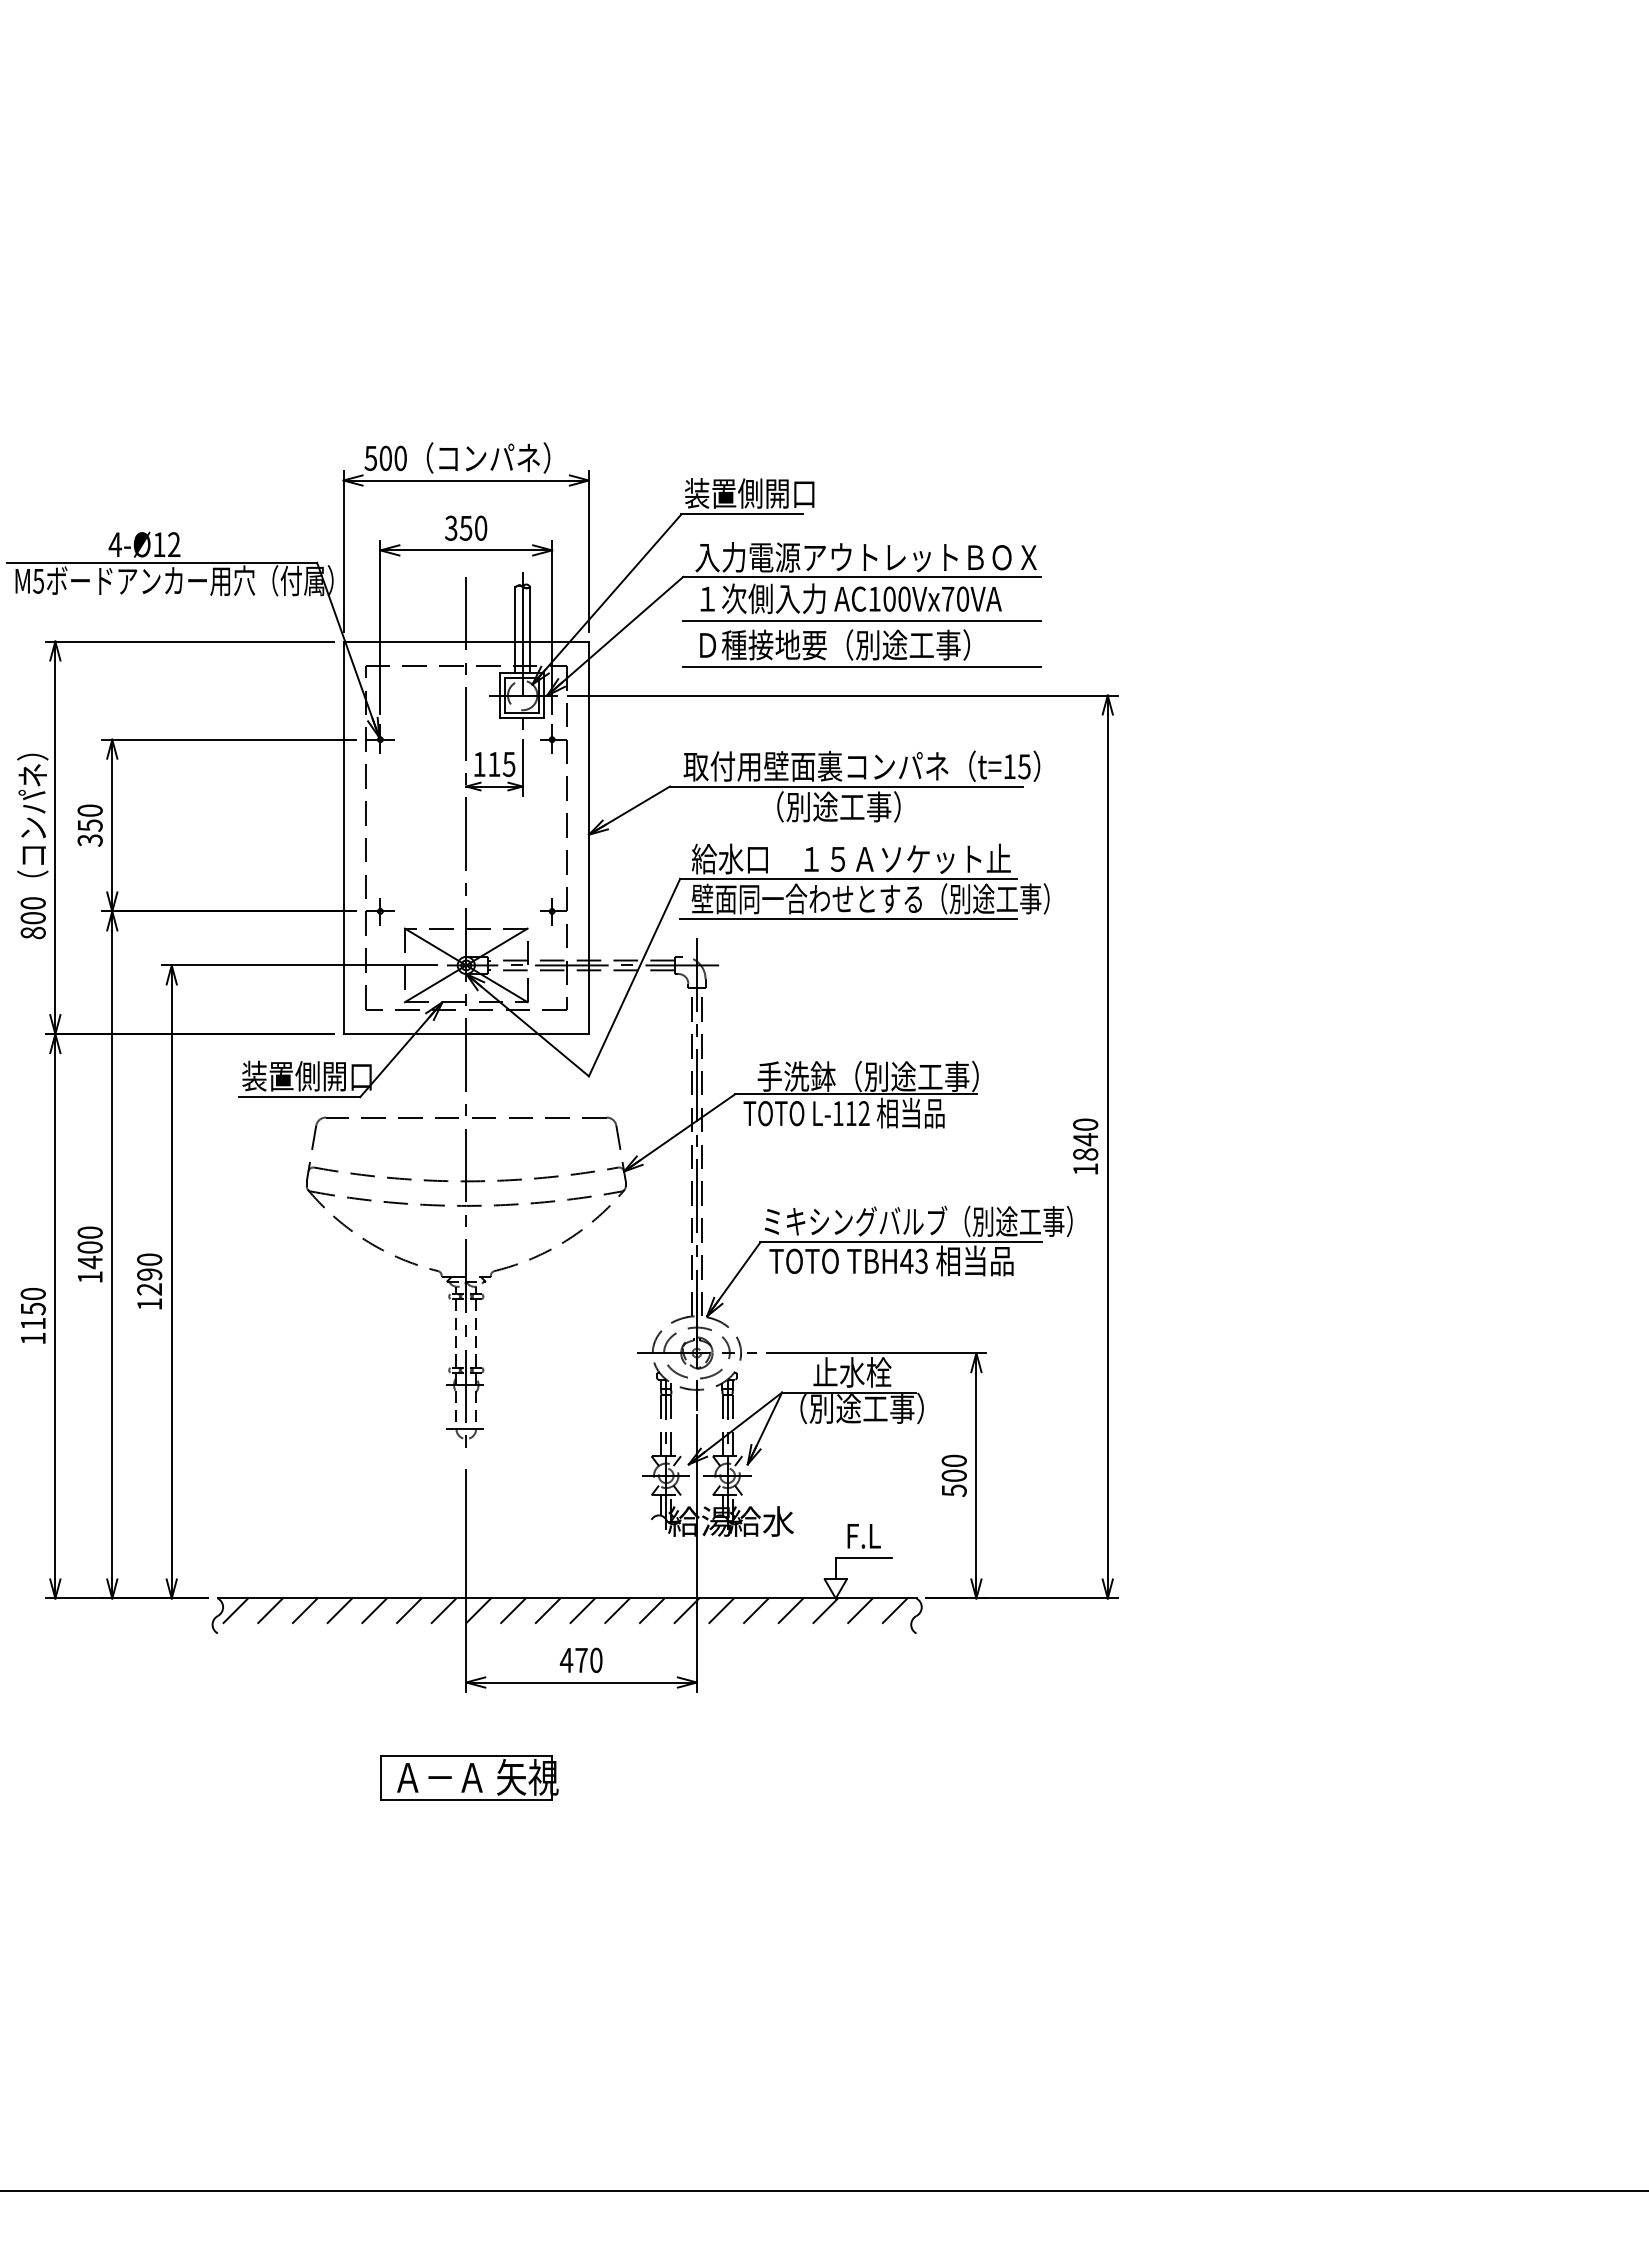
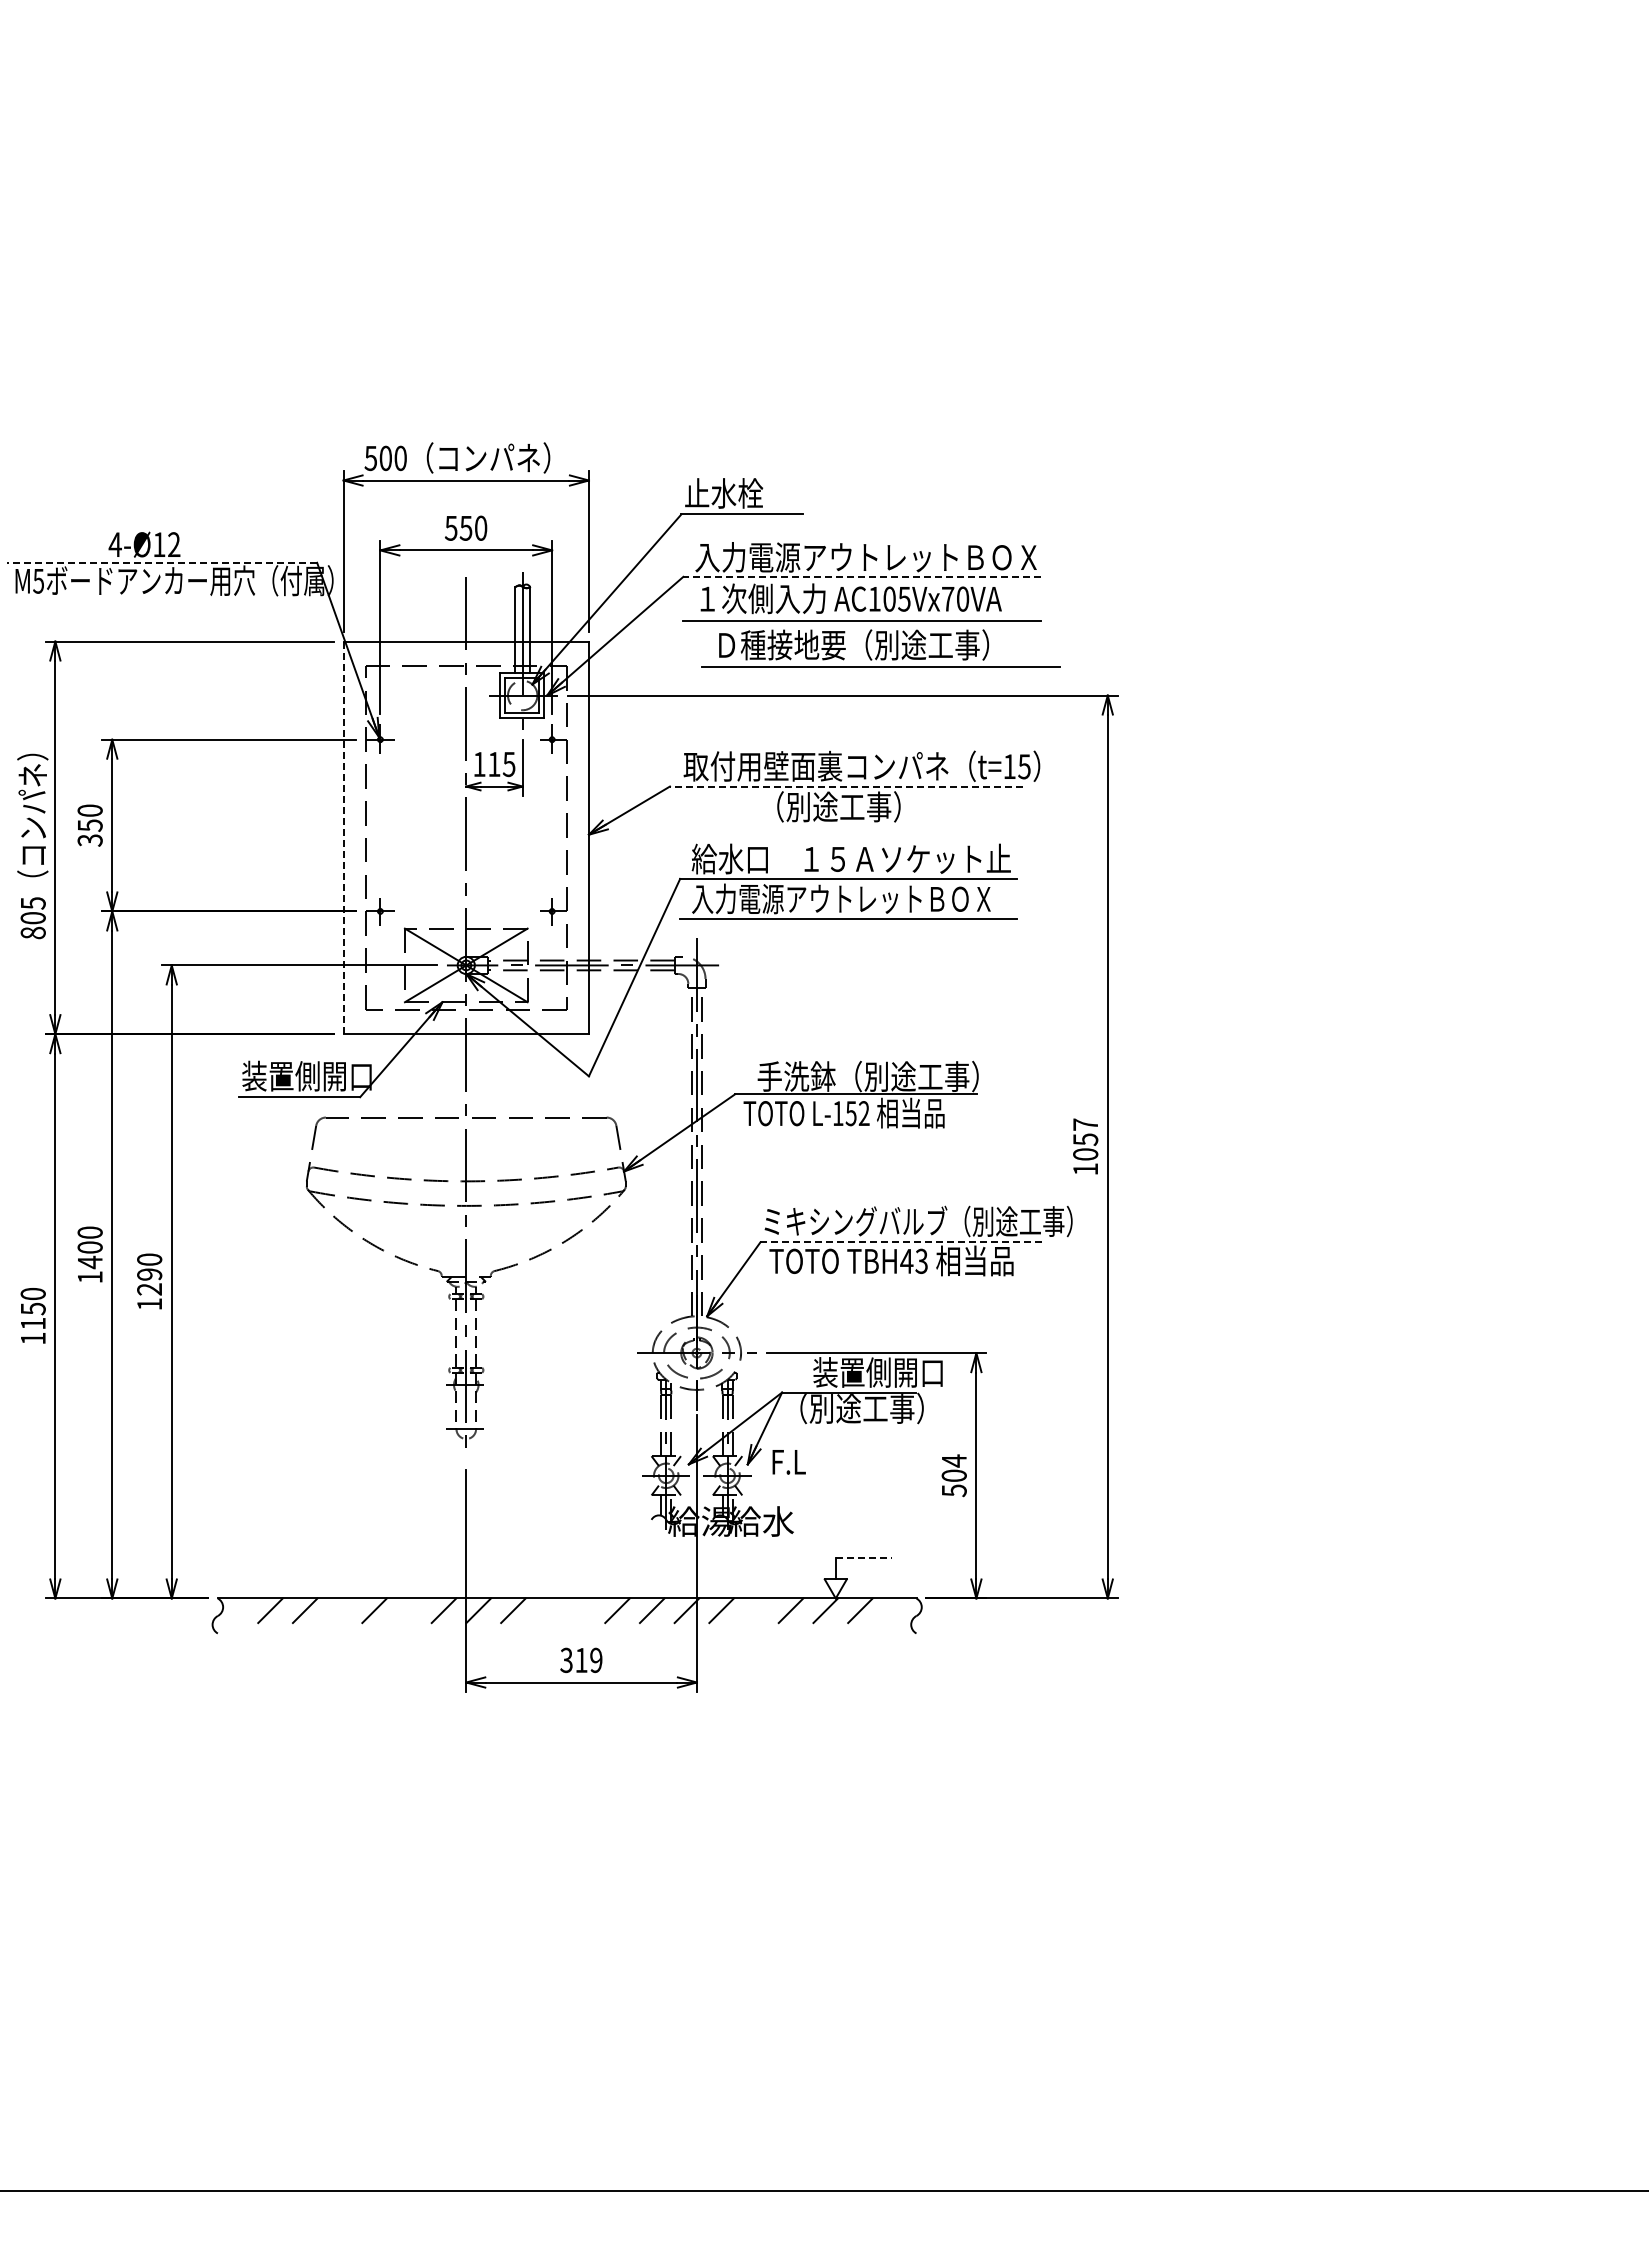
text at (749, 493): 装置側開口 -> 止水栓
text at (451, 527): 350 -> 550
line at (161, 562): solid -> dashed
line at (861, 576): solid -> dashed
text at (904, 598): AC100Vx70VA -> AC105Vx70VA
part at (861, 648) position: (861, 648) -> (880, 648)
line at (845, 786): solid -> dashed
line at (343, 837): solid -> dashed
text at (870, 898): 壁面同一合わせとする（別途工事） -> 入力電源アウトレットＢＯＸ
text at (32, 903): 800 -> 805
text at (850, 1113): L-112 -> L-152
text at (1085, 1139): 1840 -> 1057
line at (901, 1242): solid -> dashed
text at (877, 1372): 止水栓 -> 装置側開口
text at (953, 1460): 500 -> 504
text at (863, 1536) position: (863, 1536) -> (788, 1462)
line at (863, 1557): solid -> dashed
line at (235, 1610): present -> none
line at (339, 1610): present -> none
line at (409, 1610): present -> none
line at (547, 1610): present -> none
line at (582, 1610): present -> none
line at (756, 1610): present -> none
line at (894, 1610): present -> none
text at (580, 1660): 470 -> 319
part at (469, 1777): present -> none
